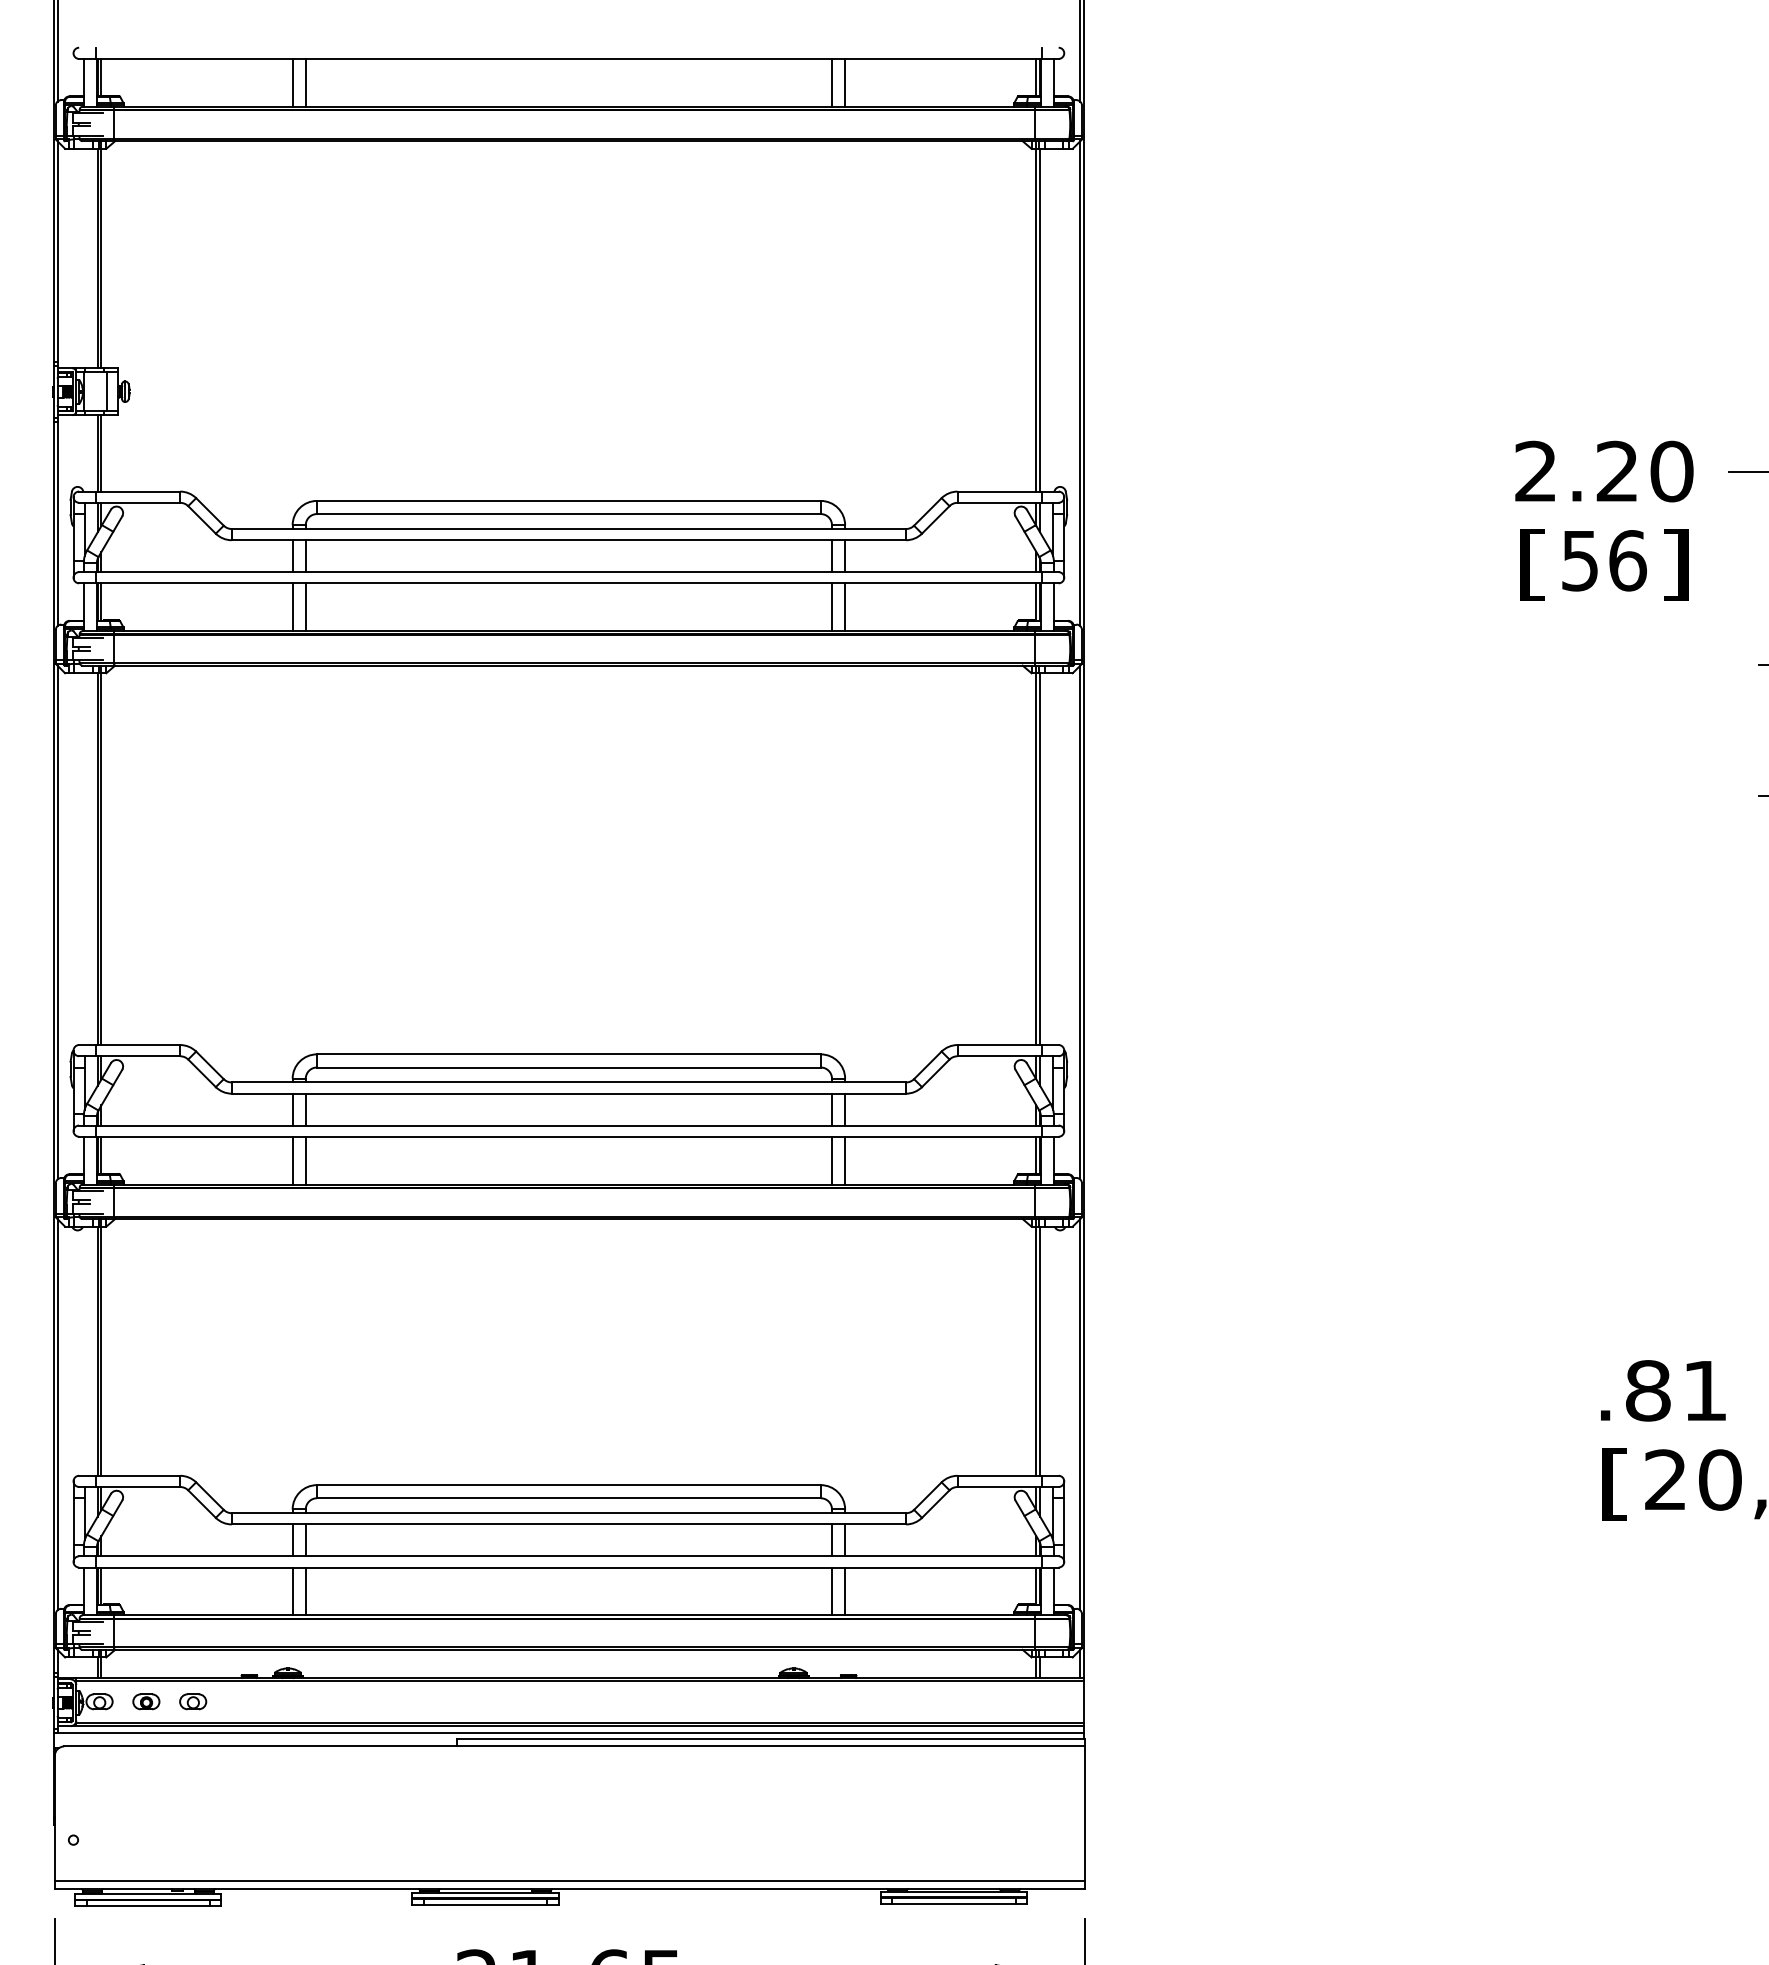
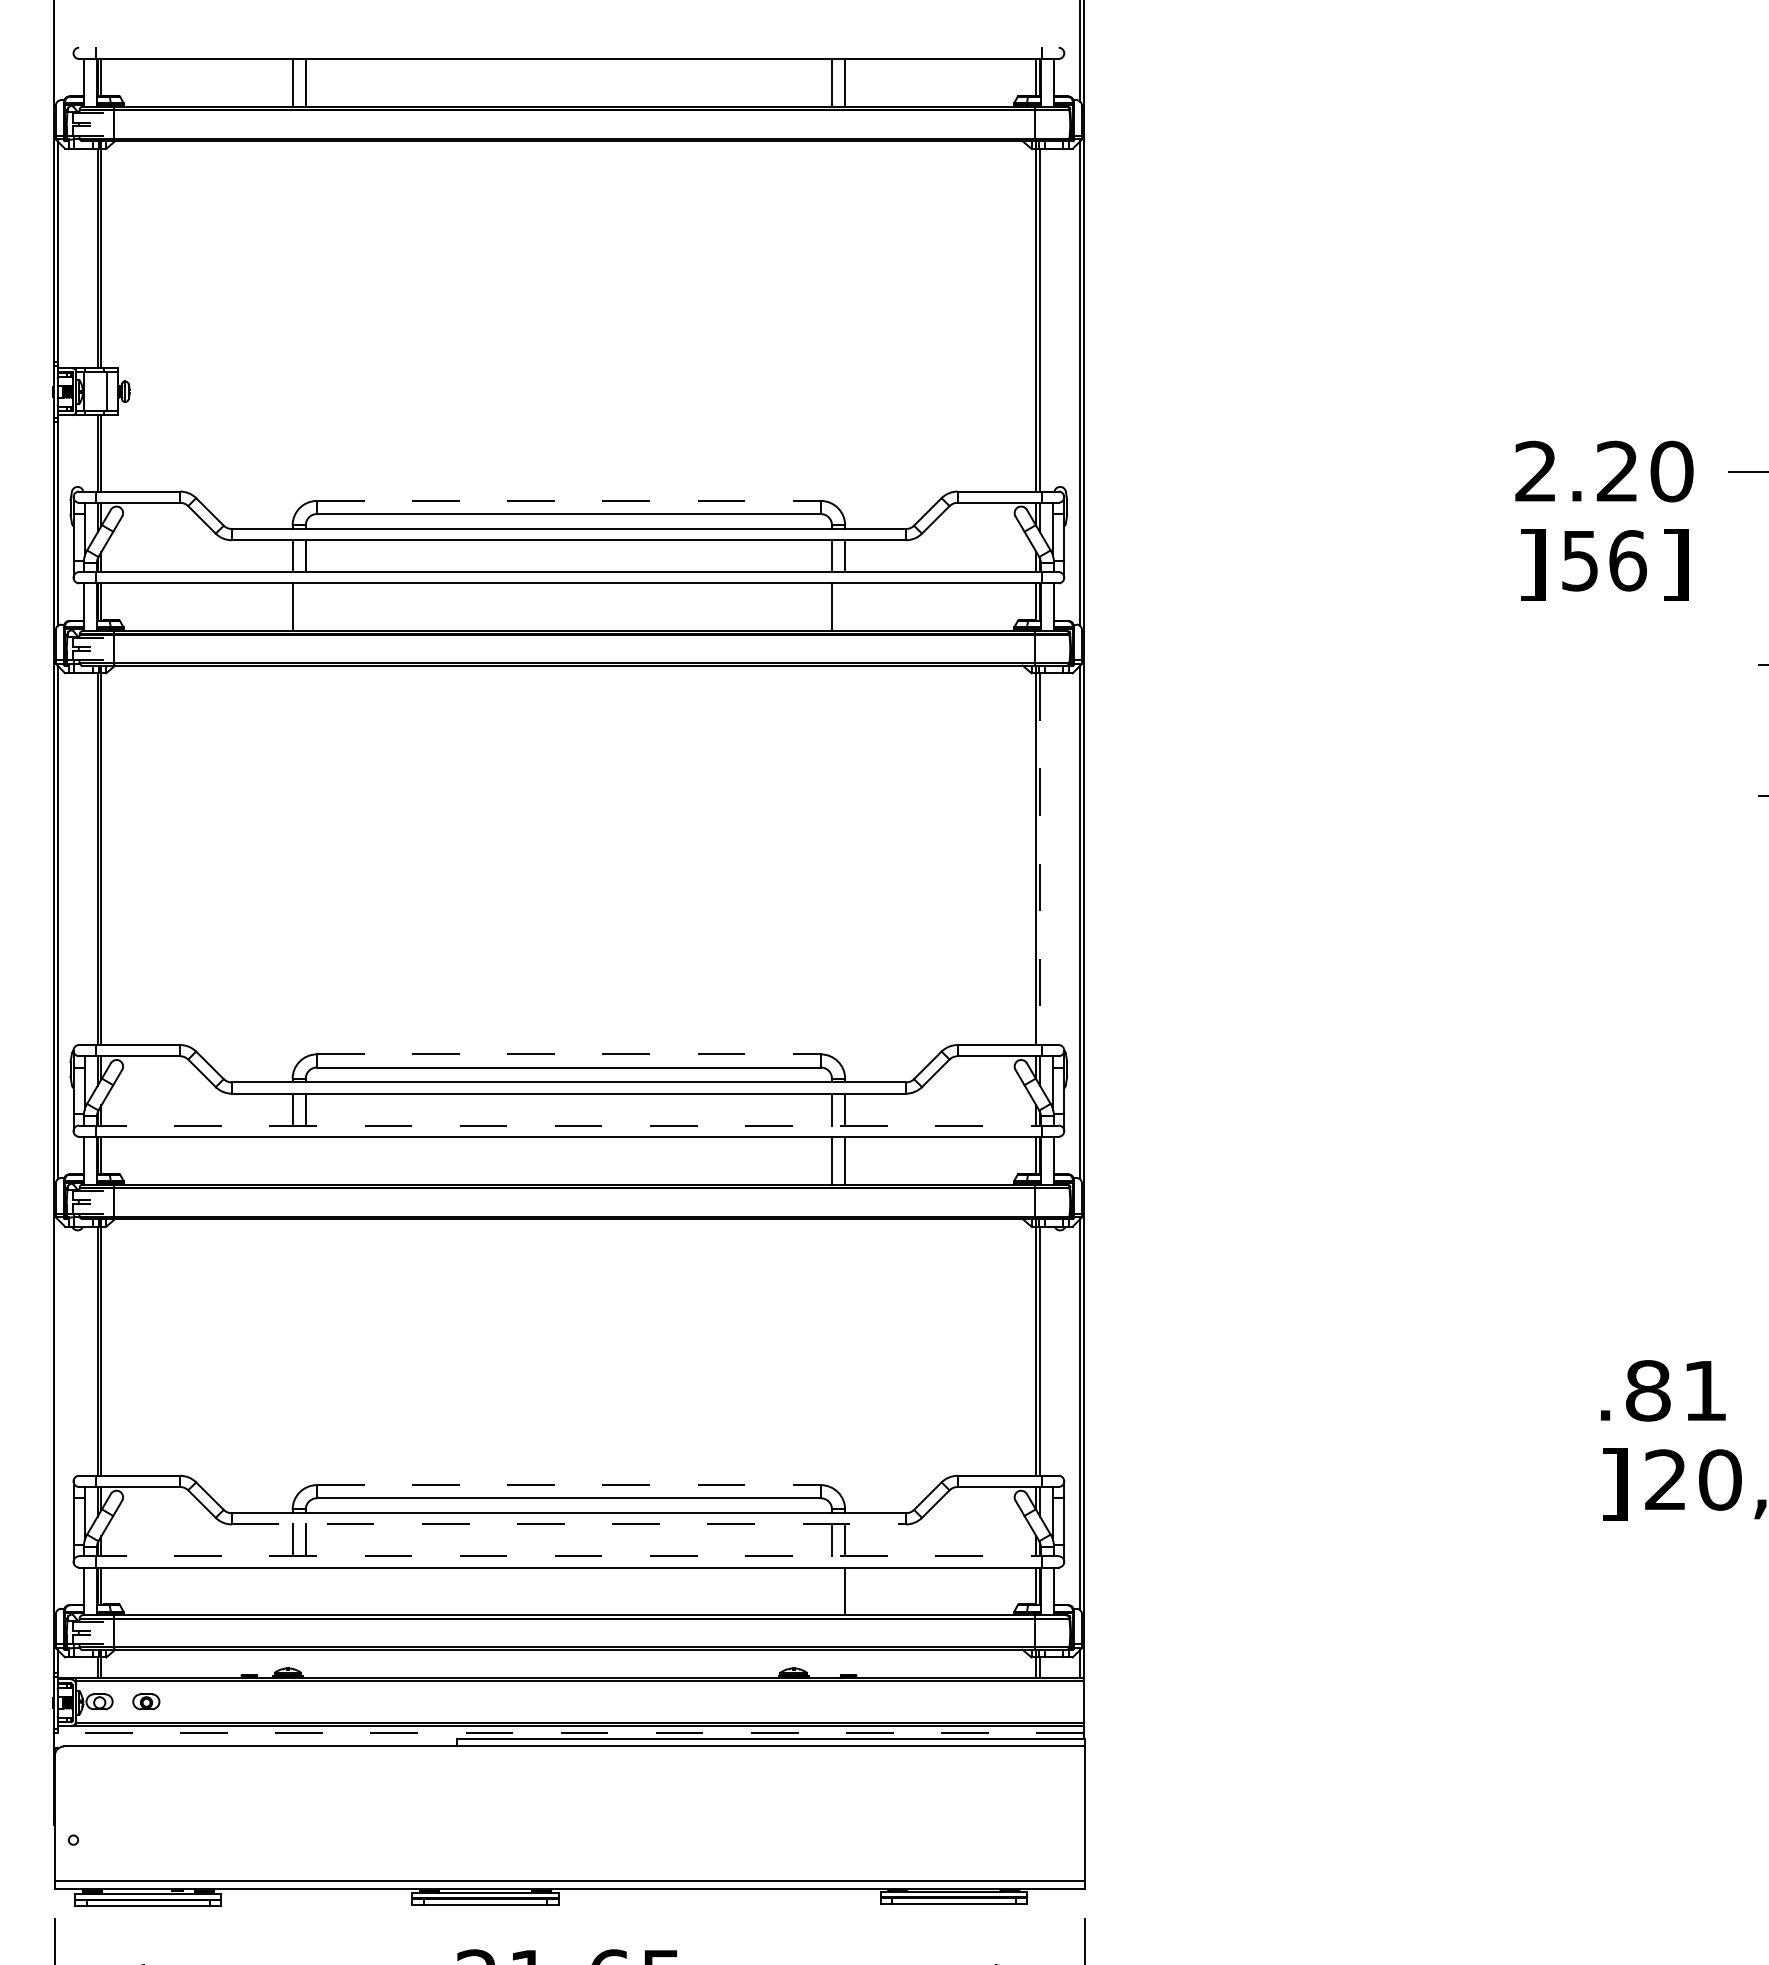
line at (57, 51): present -> none
line at (568, 500): solid -> dashed
text at (1532, 564): [ -> ]
line at (305, 607): present -> none
line at (845, 607): present -> none
line at (1040, 859): solid -> dashed
line at (568, 1054): solid -> dashed
line at (568, 1125): solid -> dashed
line at (292, 1160): present -> none
line at (305, 1160): present -> none
line at (57, 1414): present -> none
text at (1614, 1484): [ -> ]
line at (568, 1485): solid -> dashed
line at (569, 1524): solid -> dashed
line at (568, 1556): solid -> dashed
line at (292, 1591): present -> none
line at (305, 1591): present -> none
line at (832, 1591): present -> none
part at (193, 1701): present -> none
line at (568, 1733): solid -> dashed
